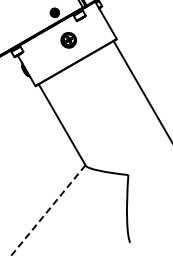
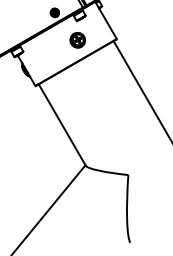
part at (68, 40) position: (68, 40) -> (77, 40)
line at (48, 210): dashed -> solid
